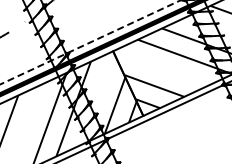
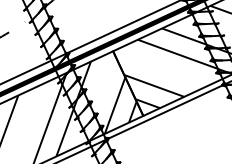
line at (90, 42): dashed -> solid
